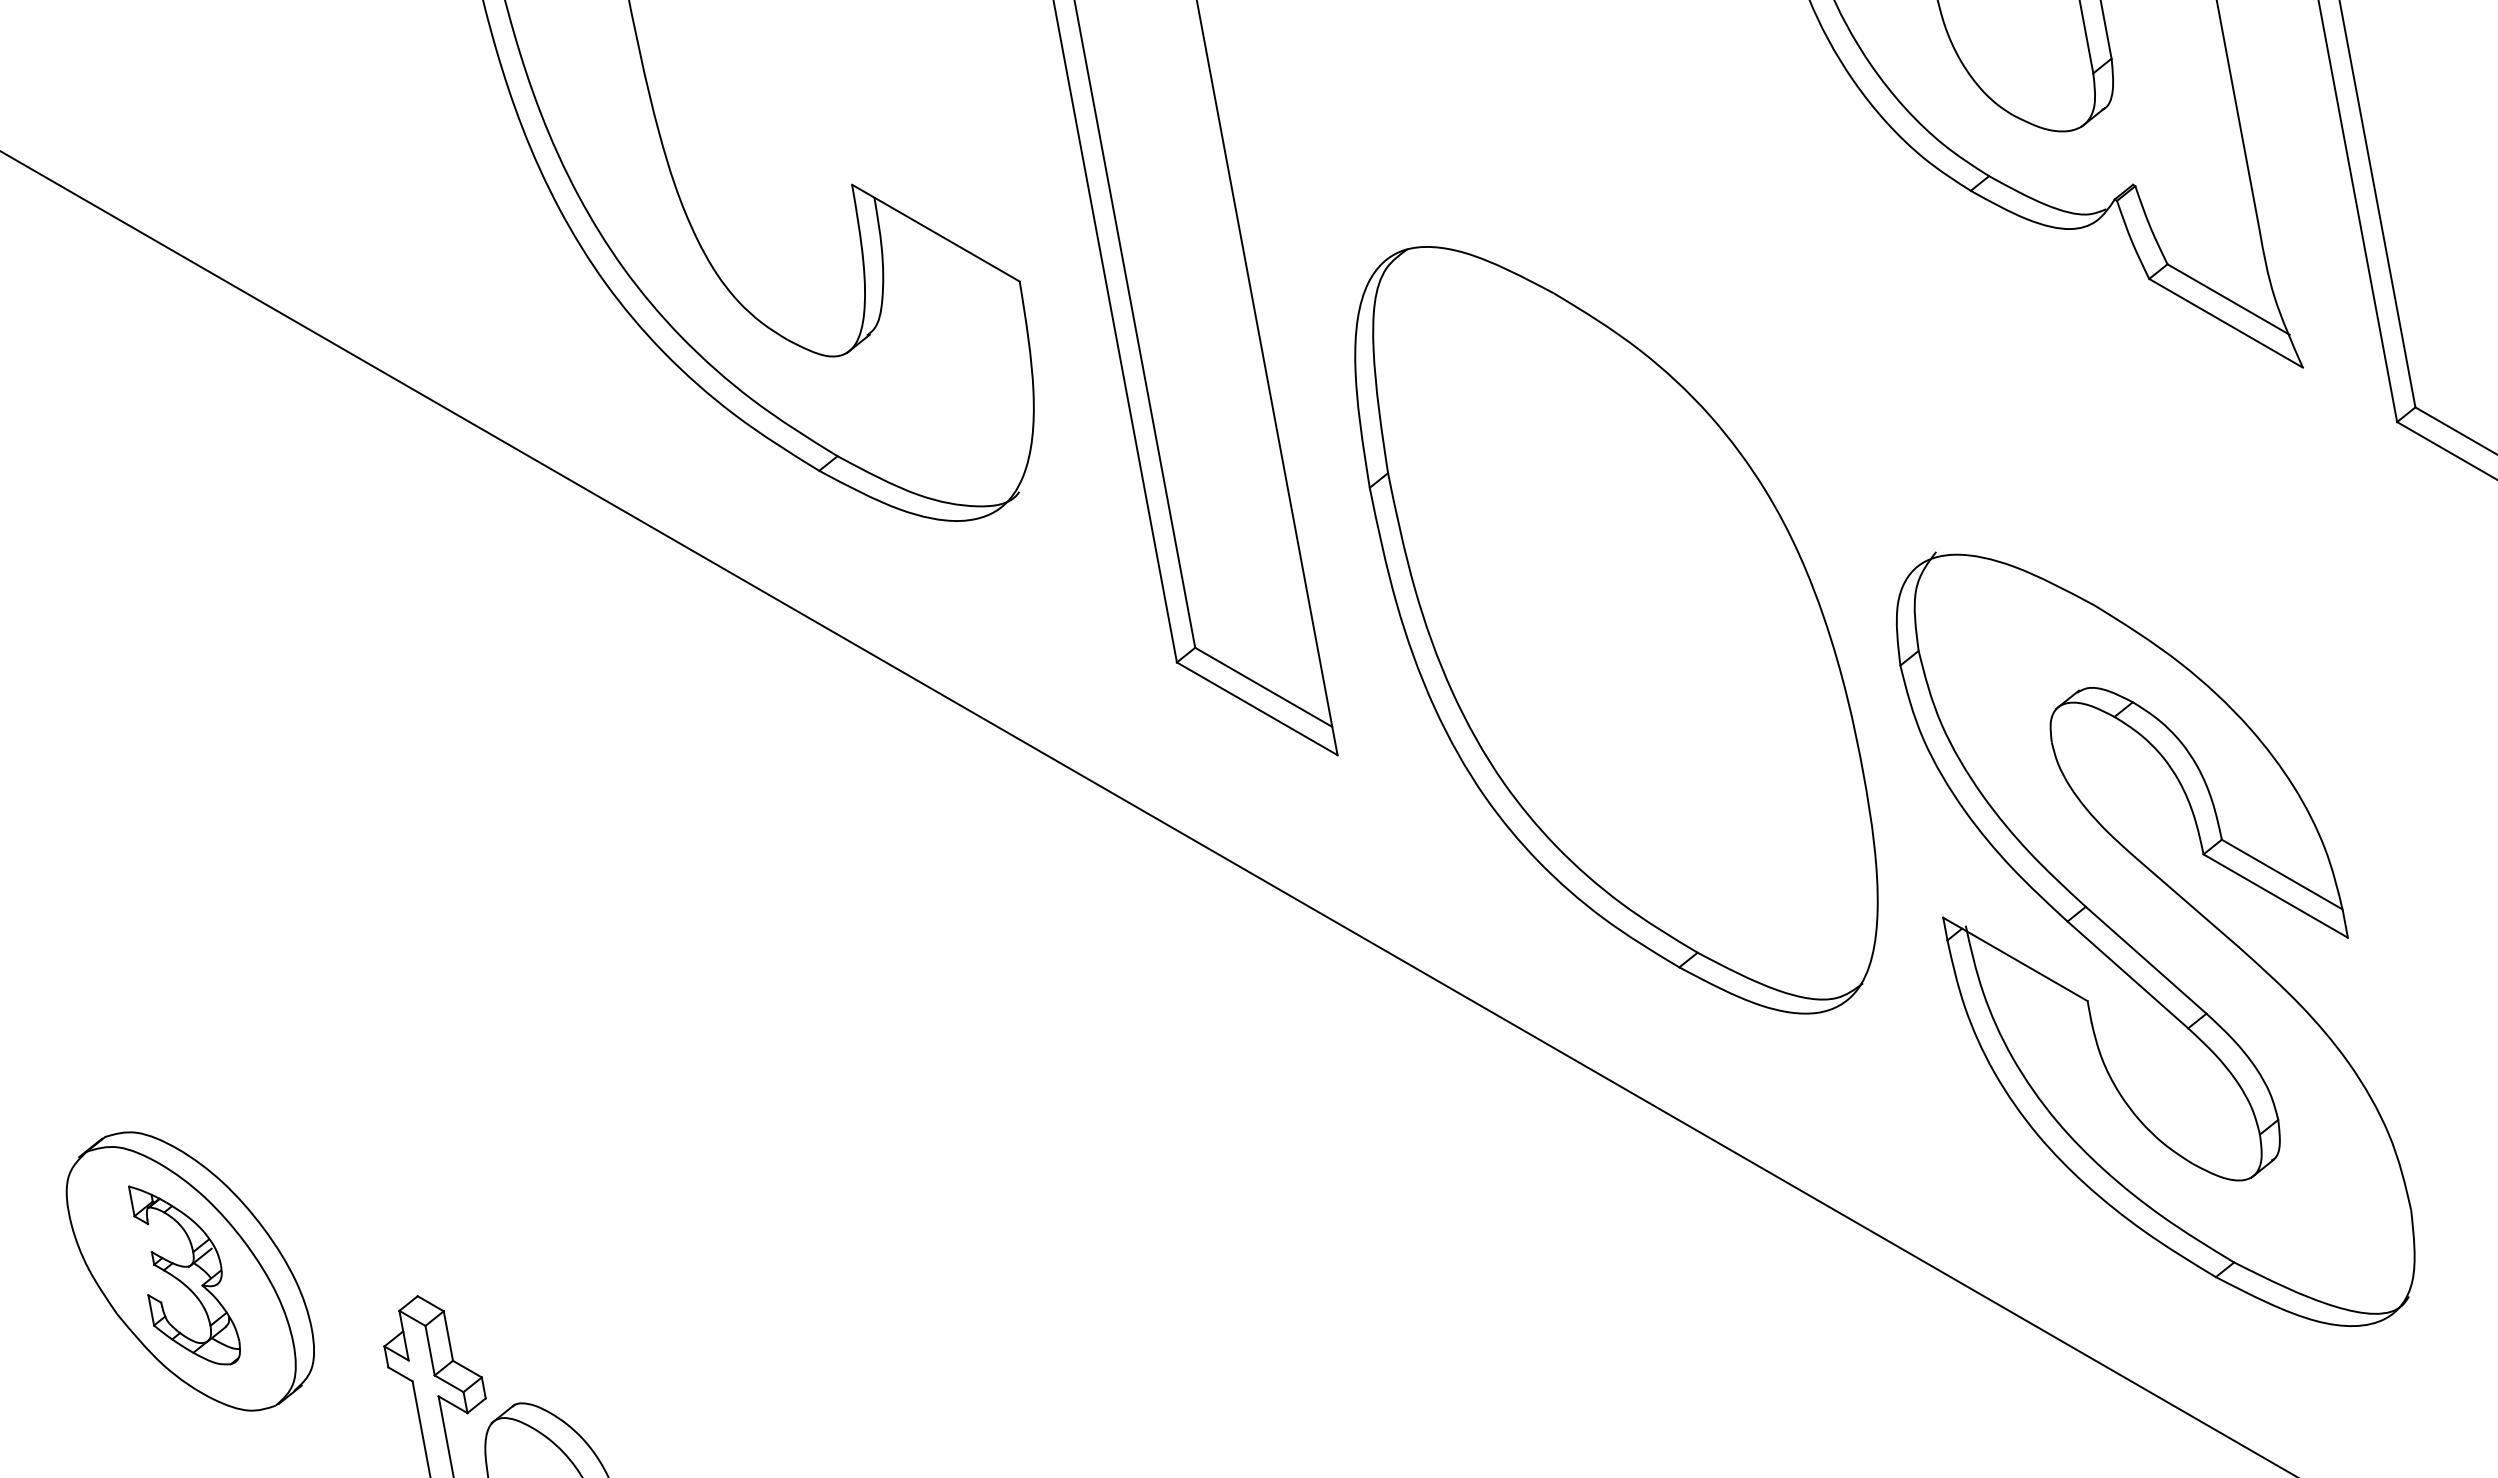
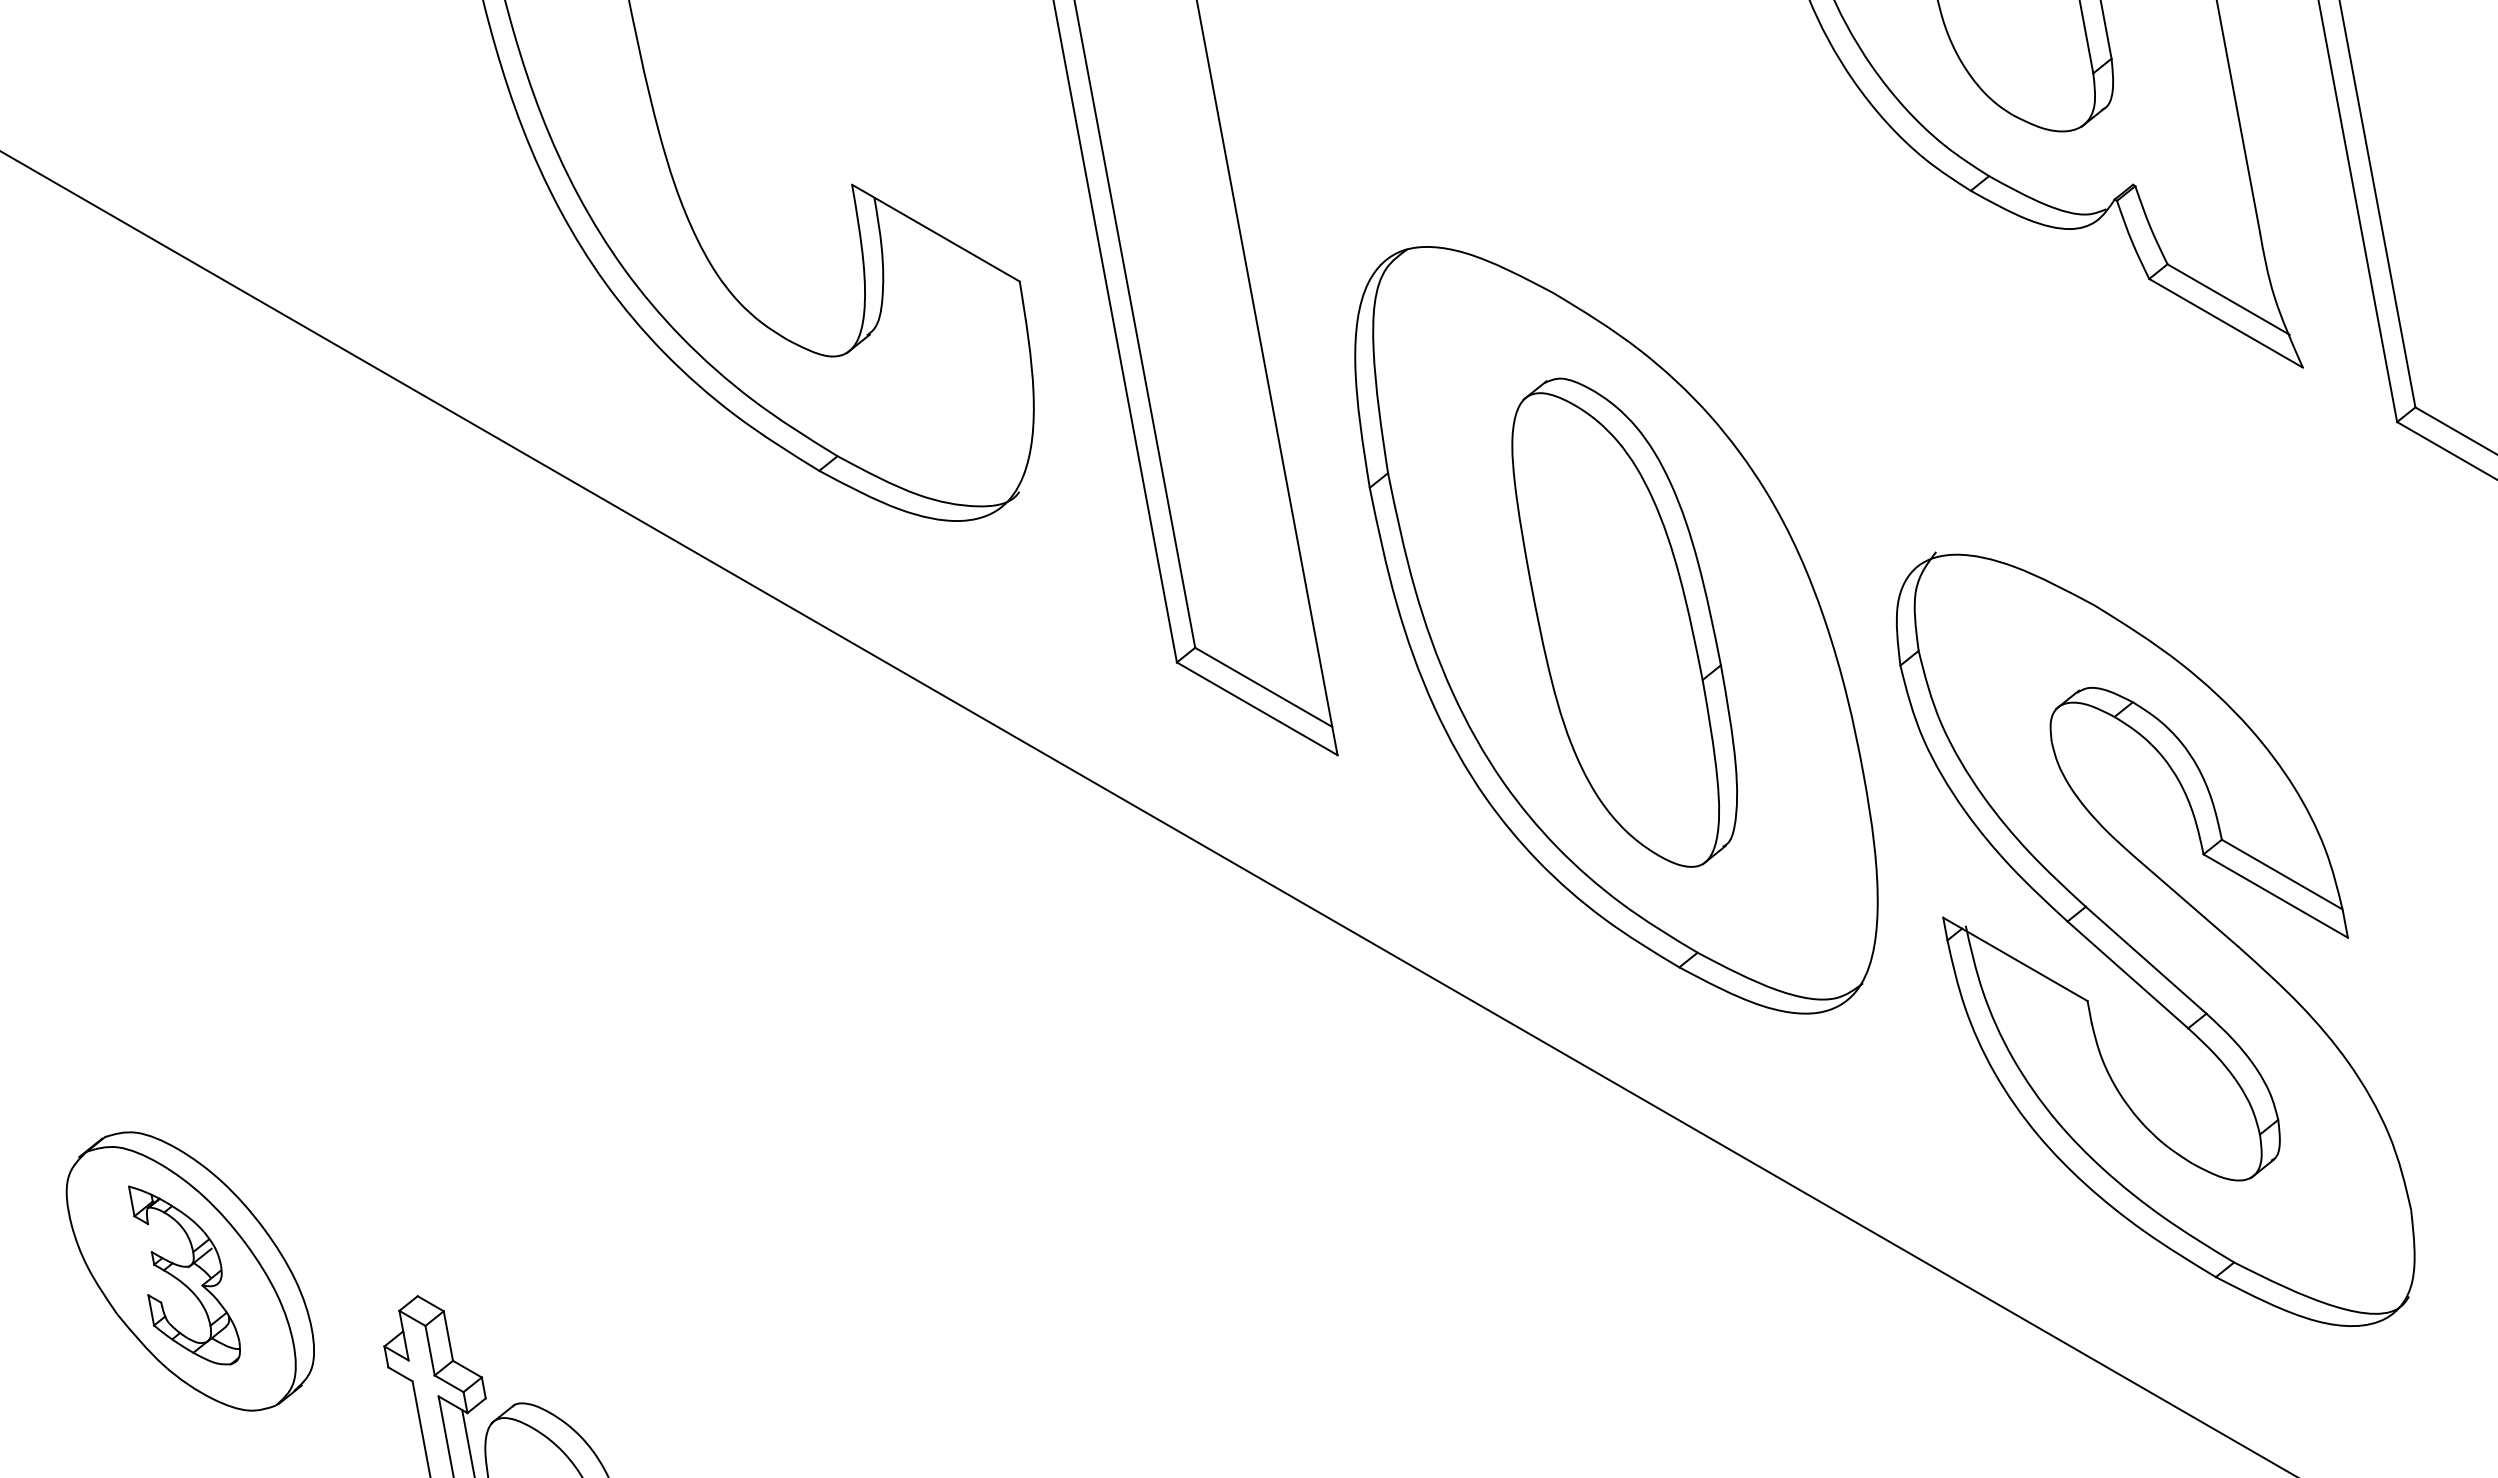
part at (1624, 622): none -> present
line at (468, 1442): none -> present
